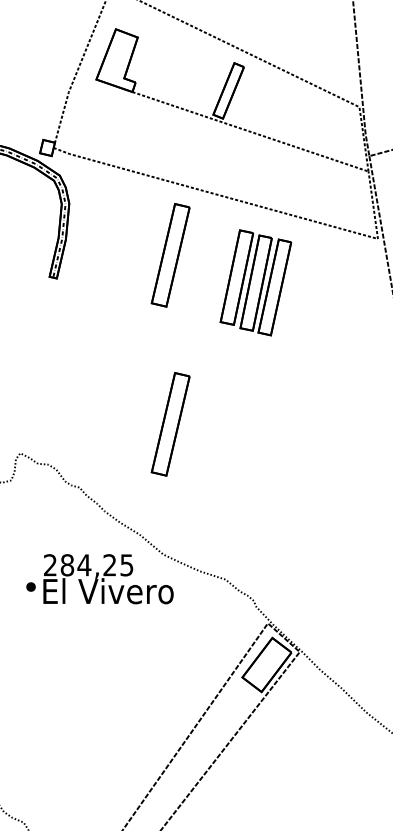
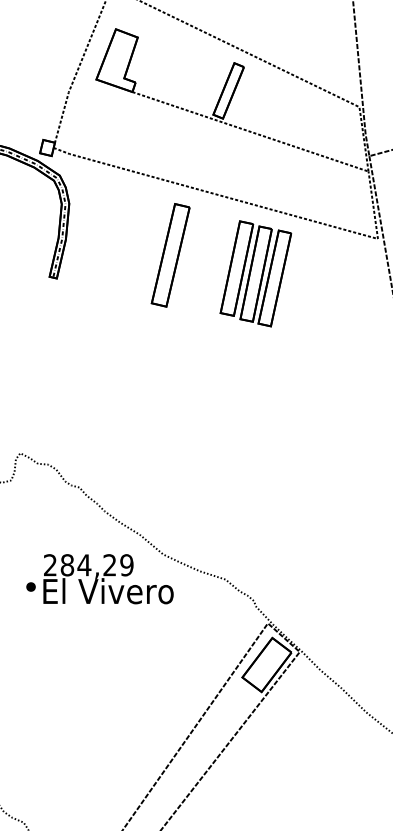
part at (255, 282) position: (255, 282) -> (255, 273)
part at (170, 424): present -> none
text at (126, 565): 284,25 -> 284,29
